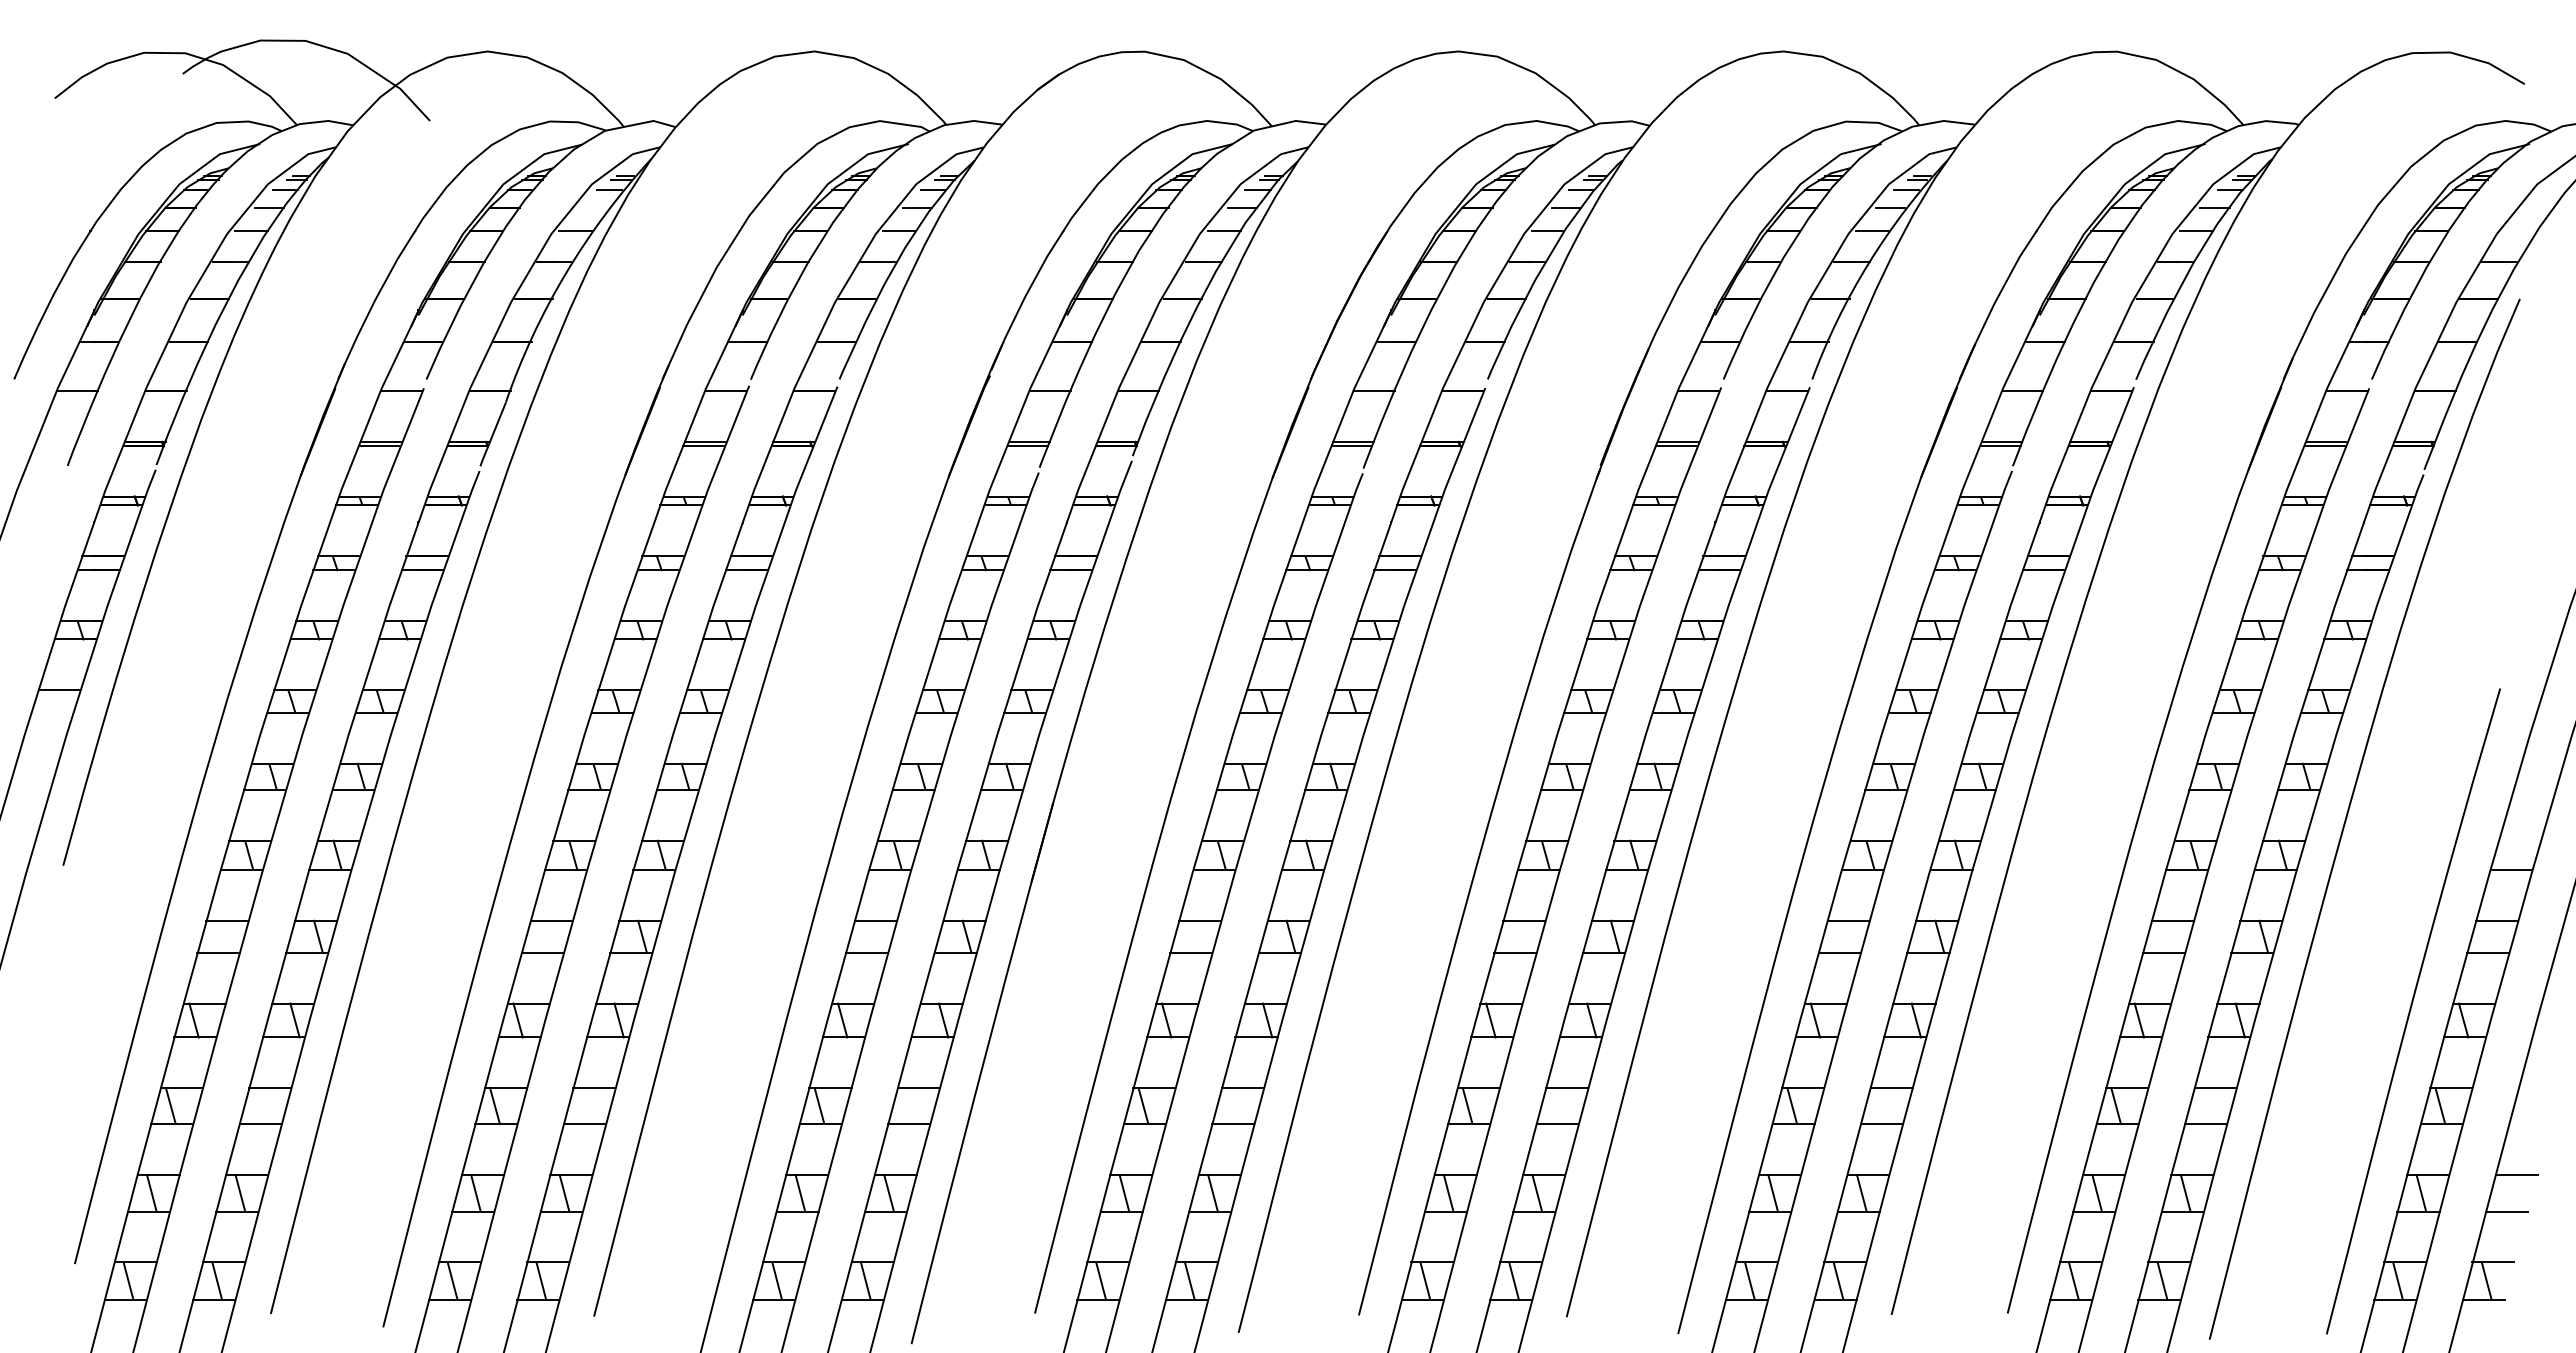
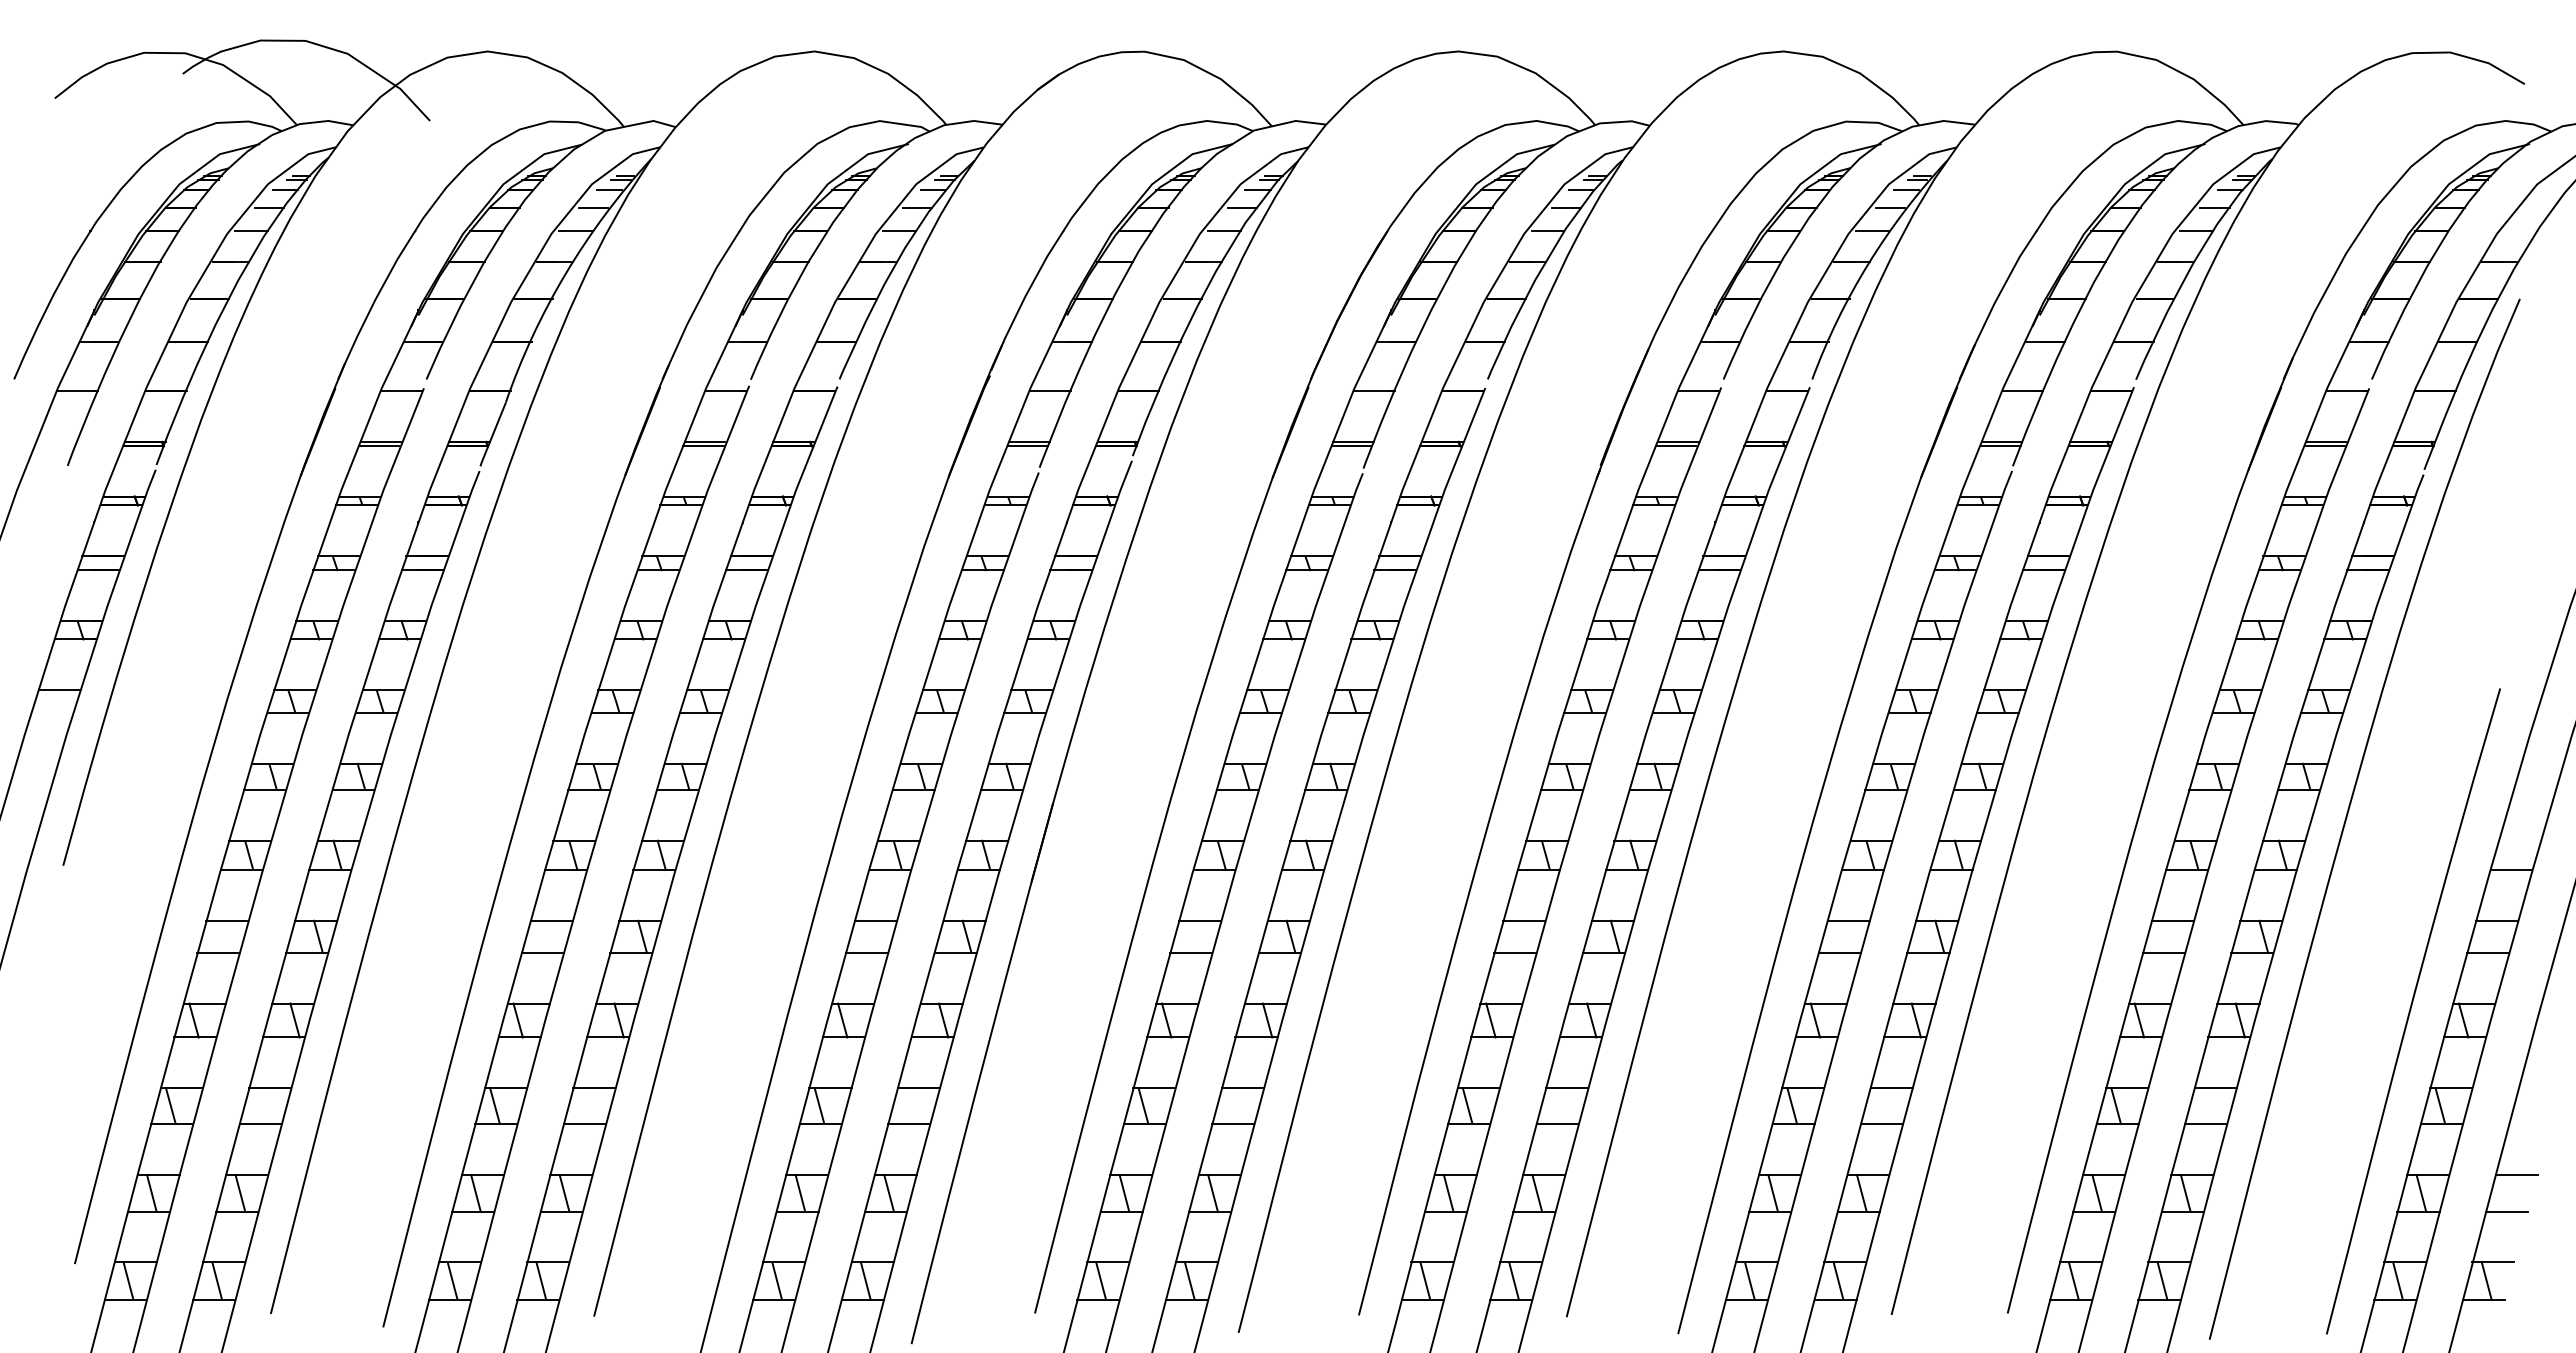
line at (593, 207): none -> present
